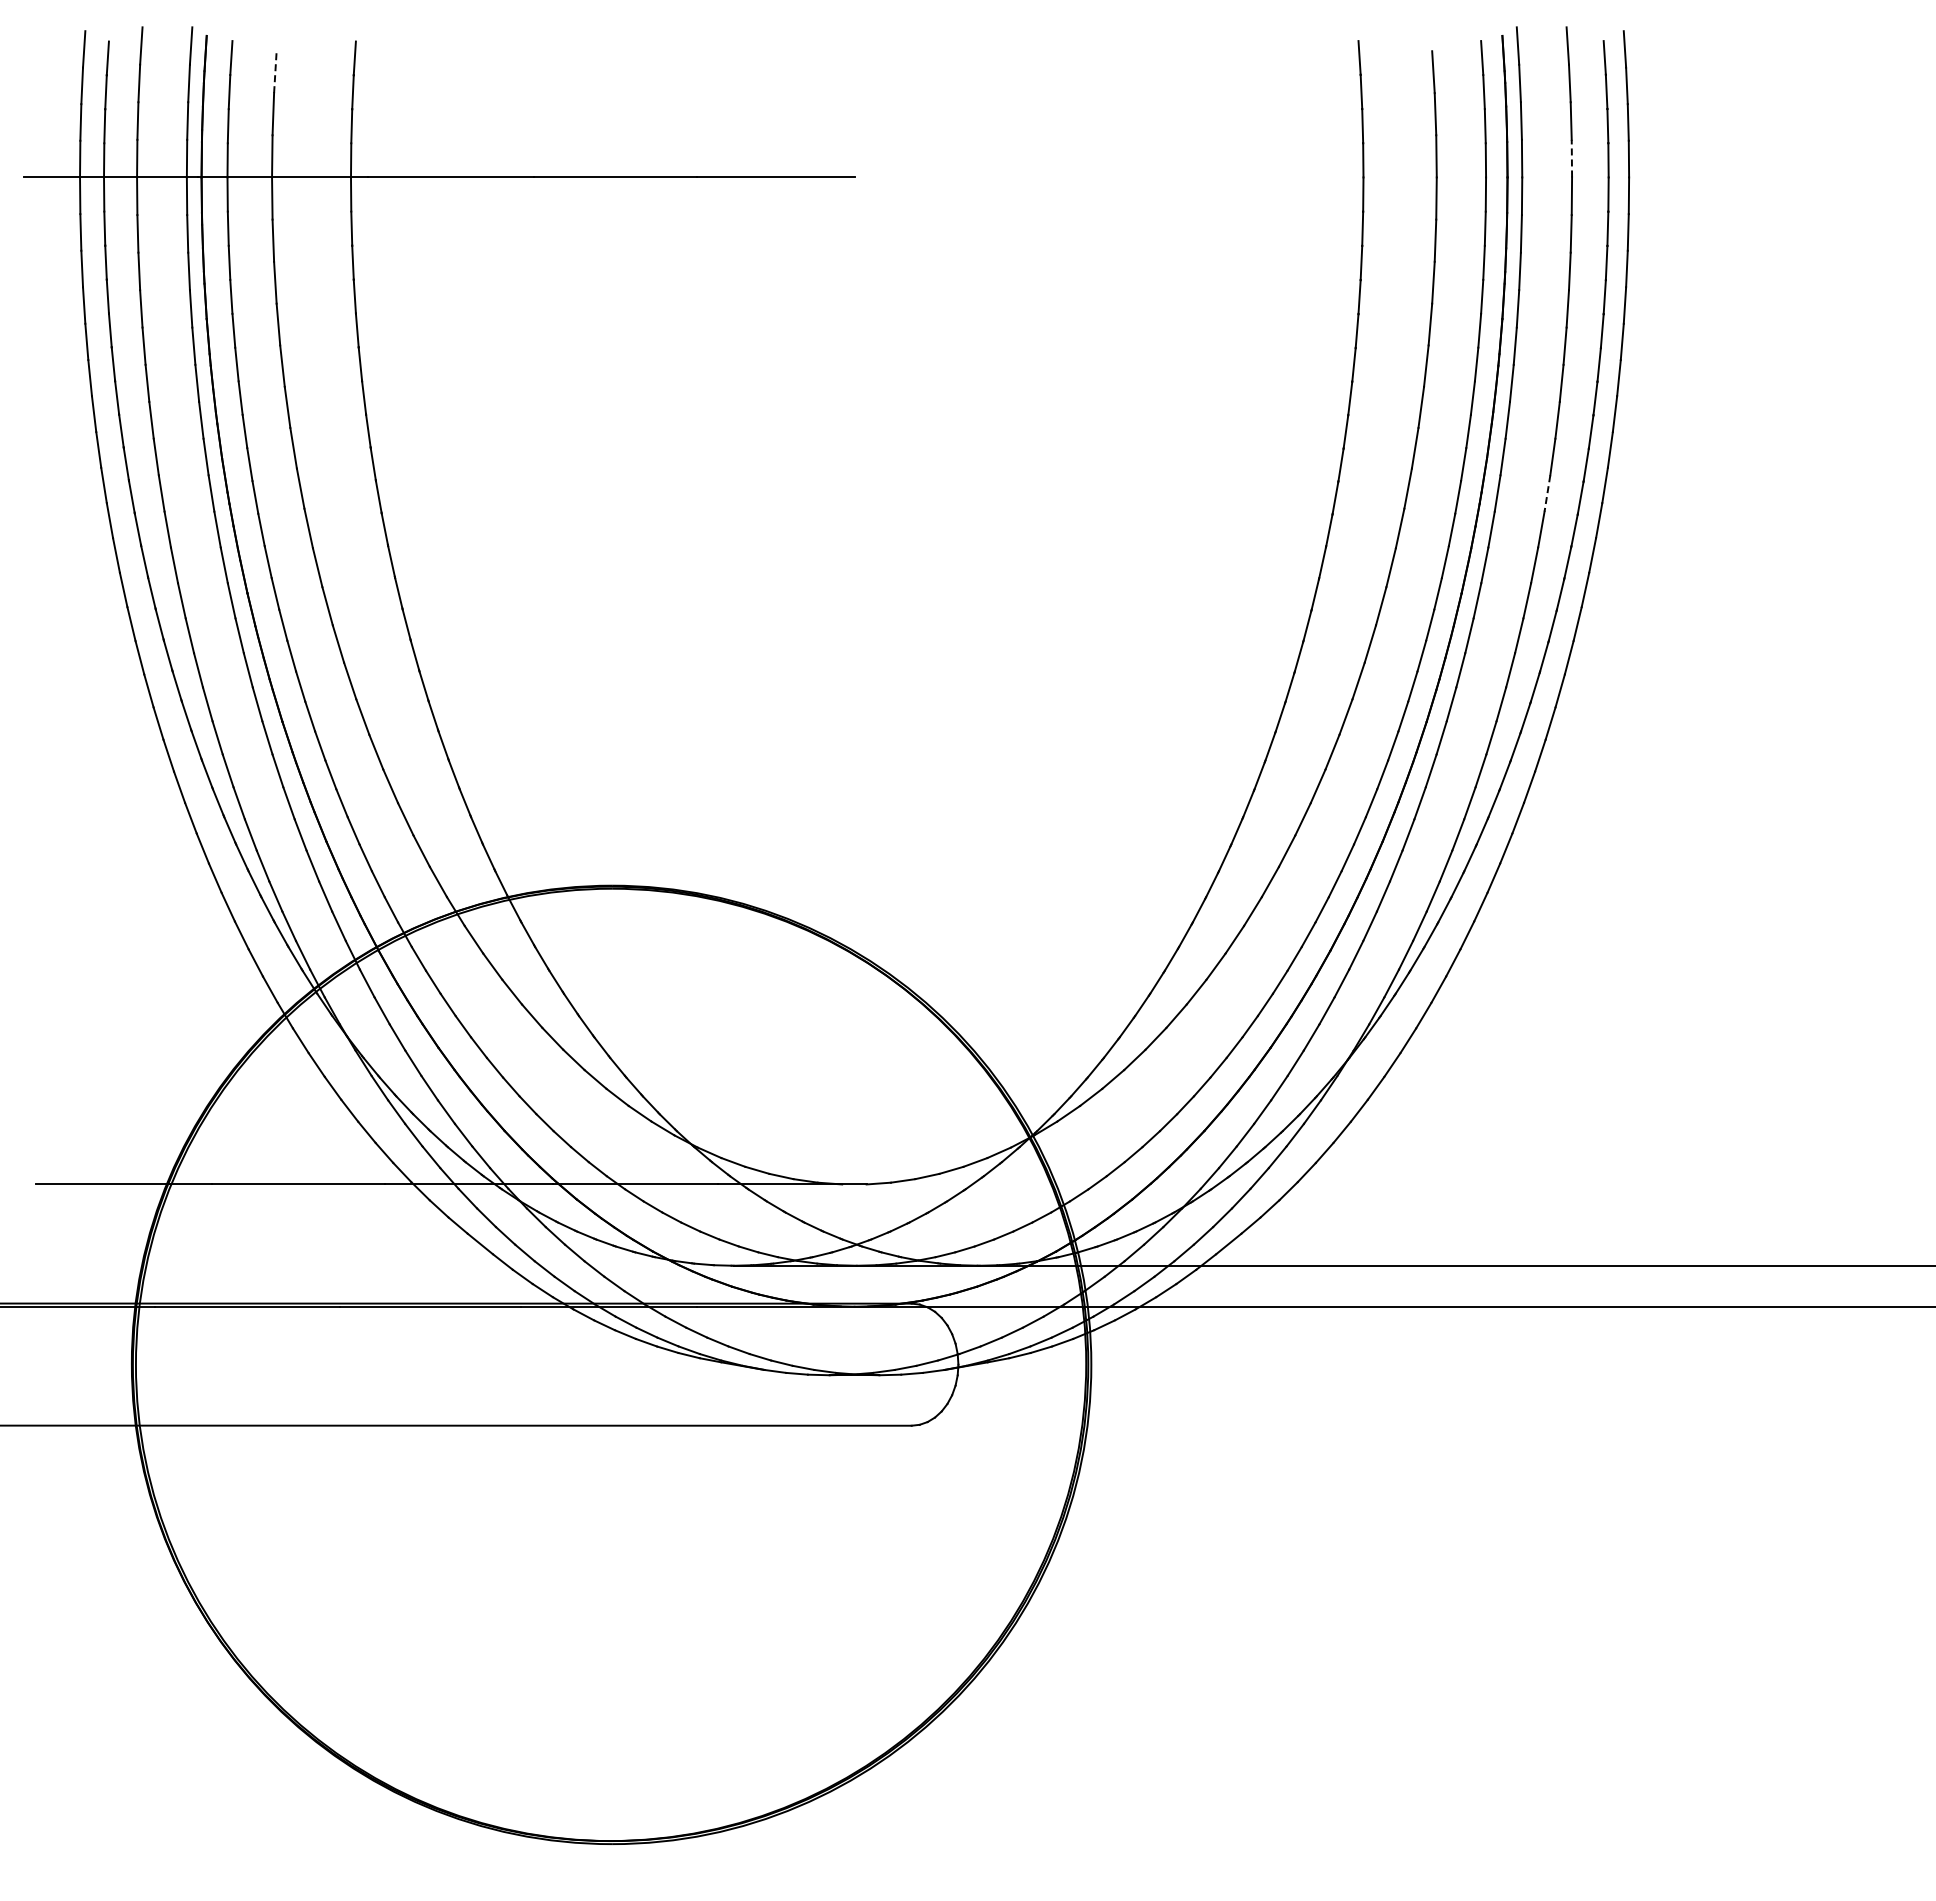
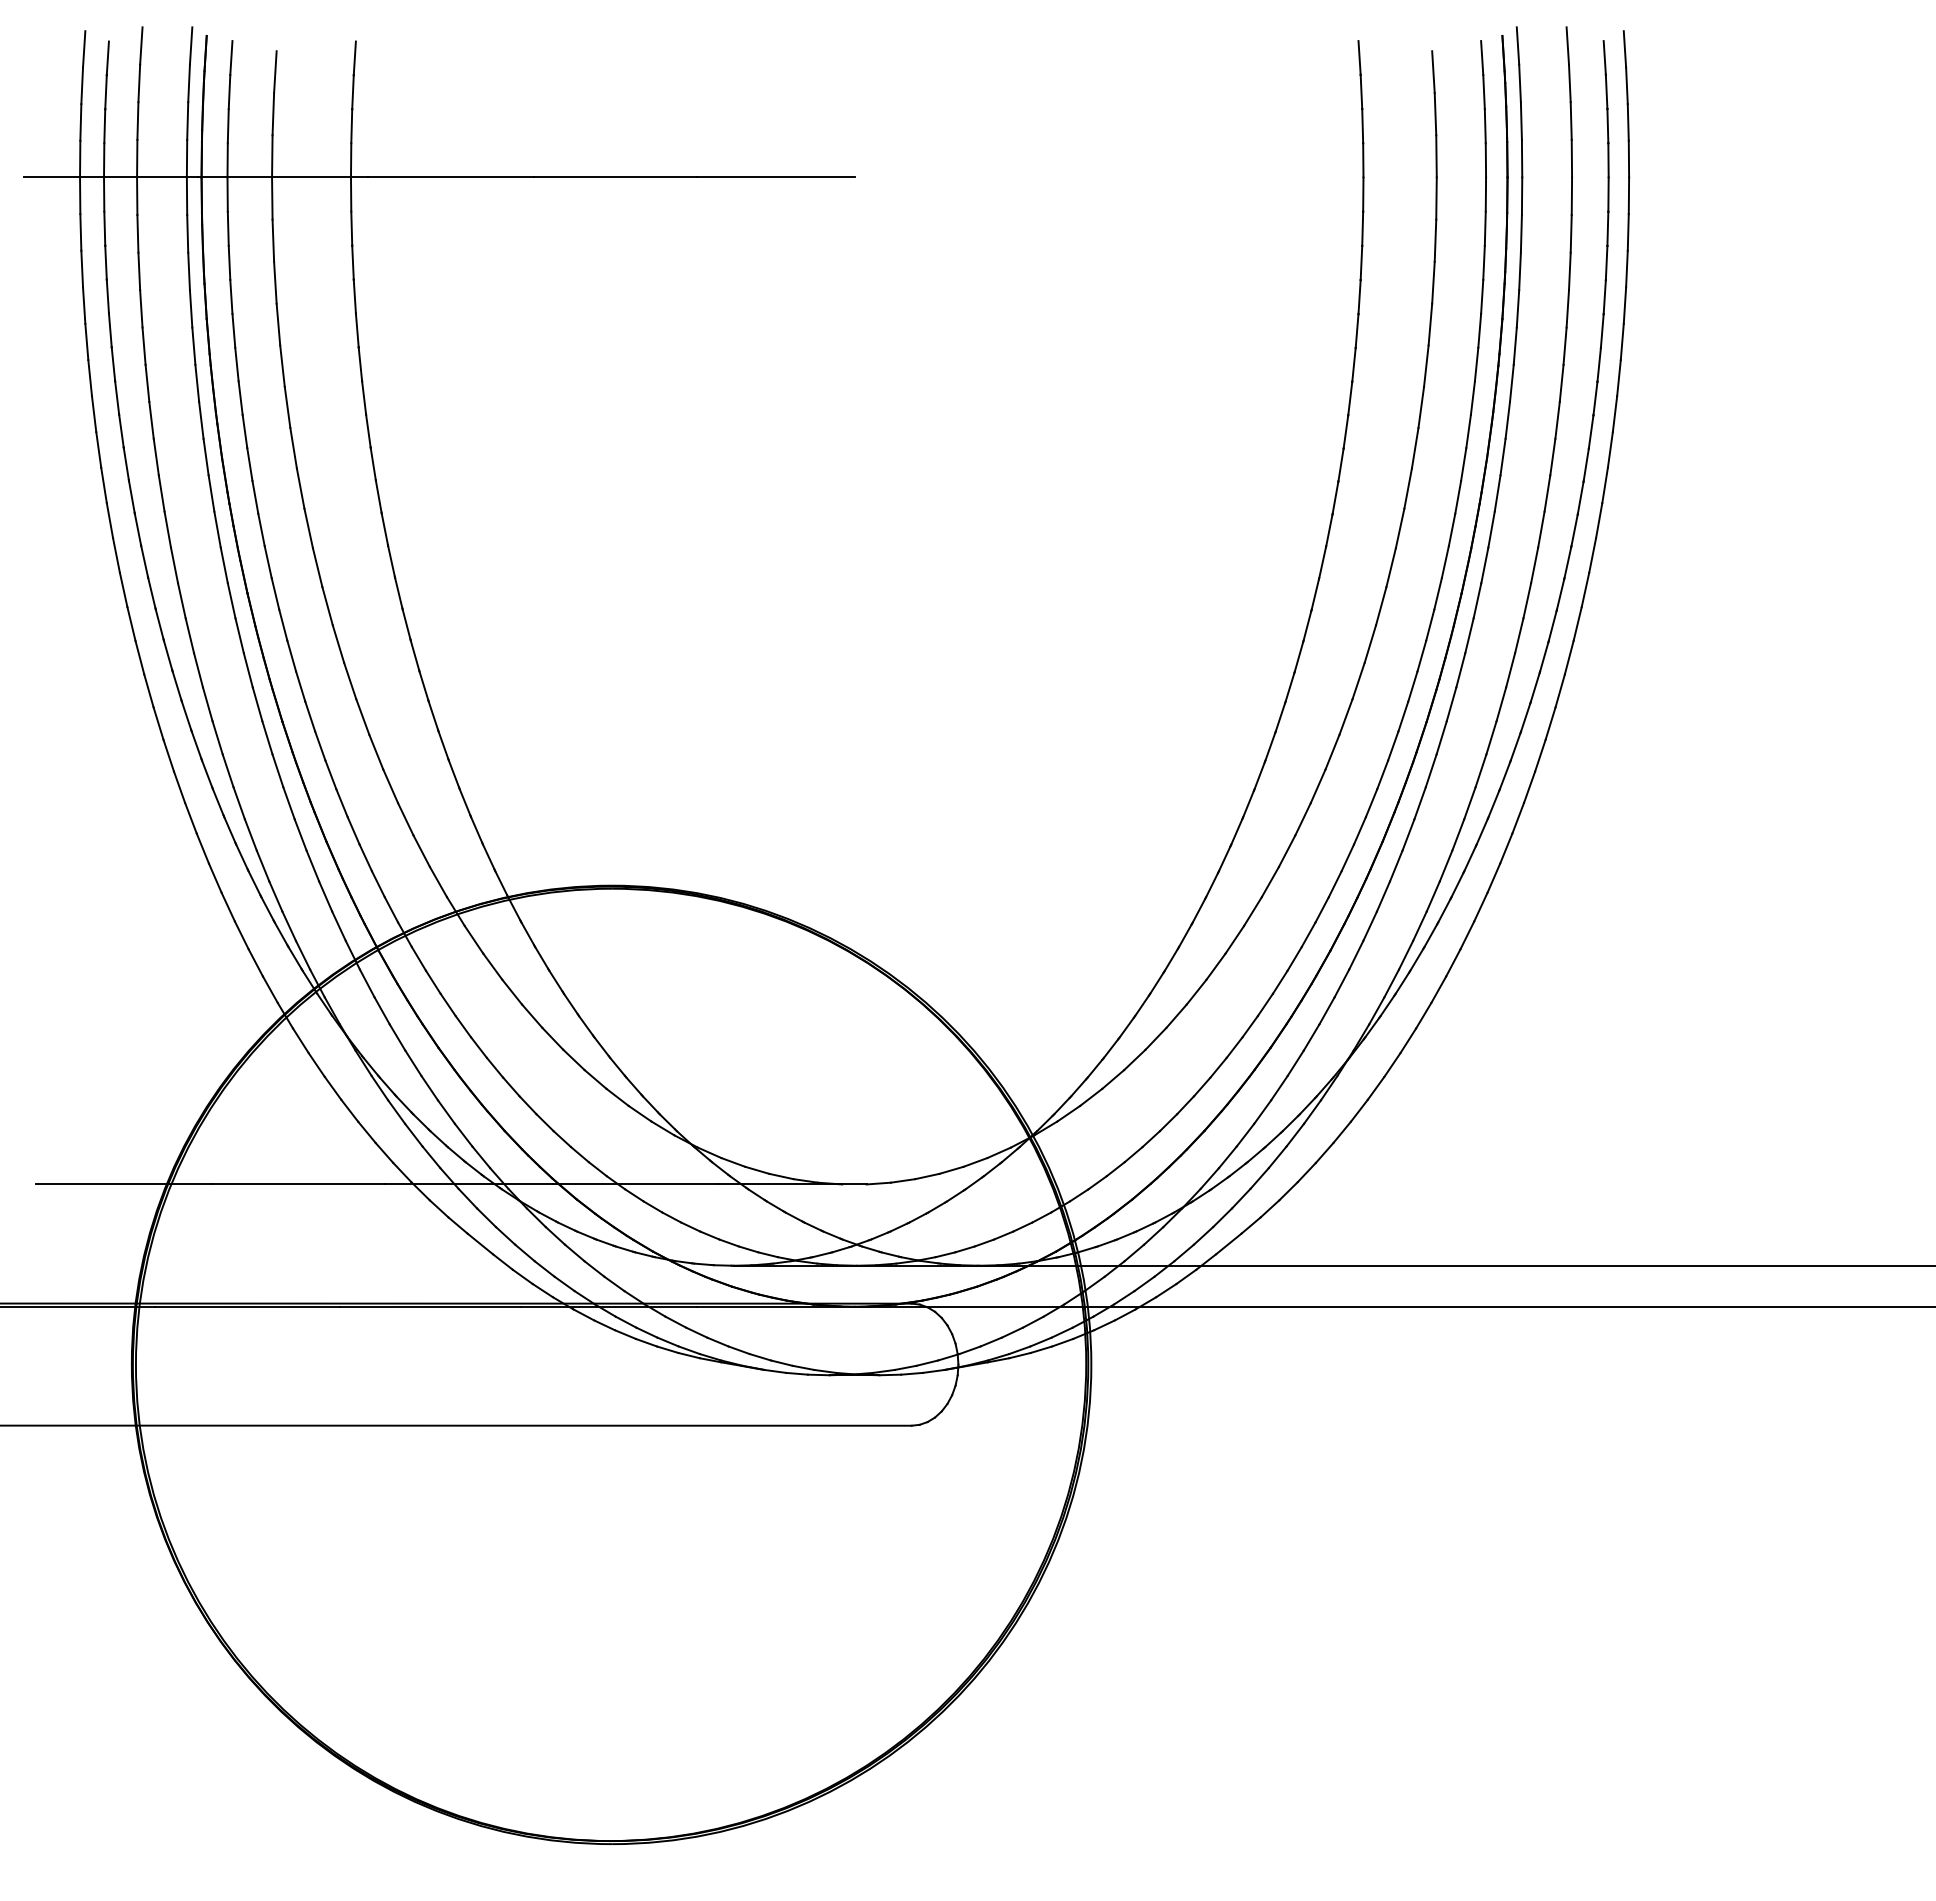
line at (275, 71): dashed -> solid
line at (1571, 158): dashed -> solid
line at (1547, 493): dashed -> solid
